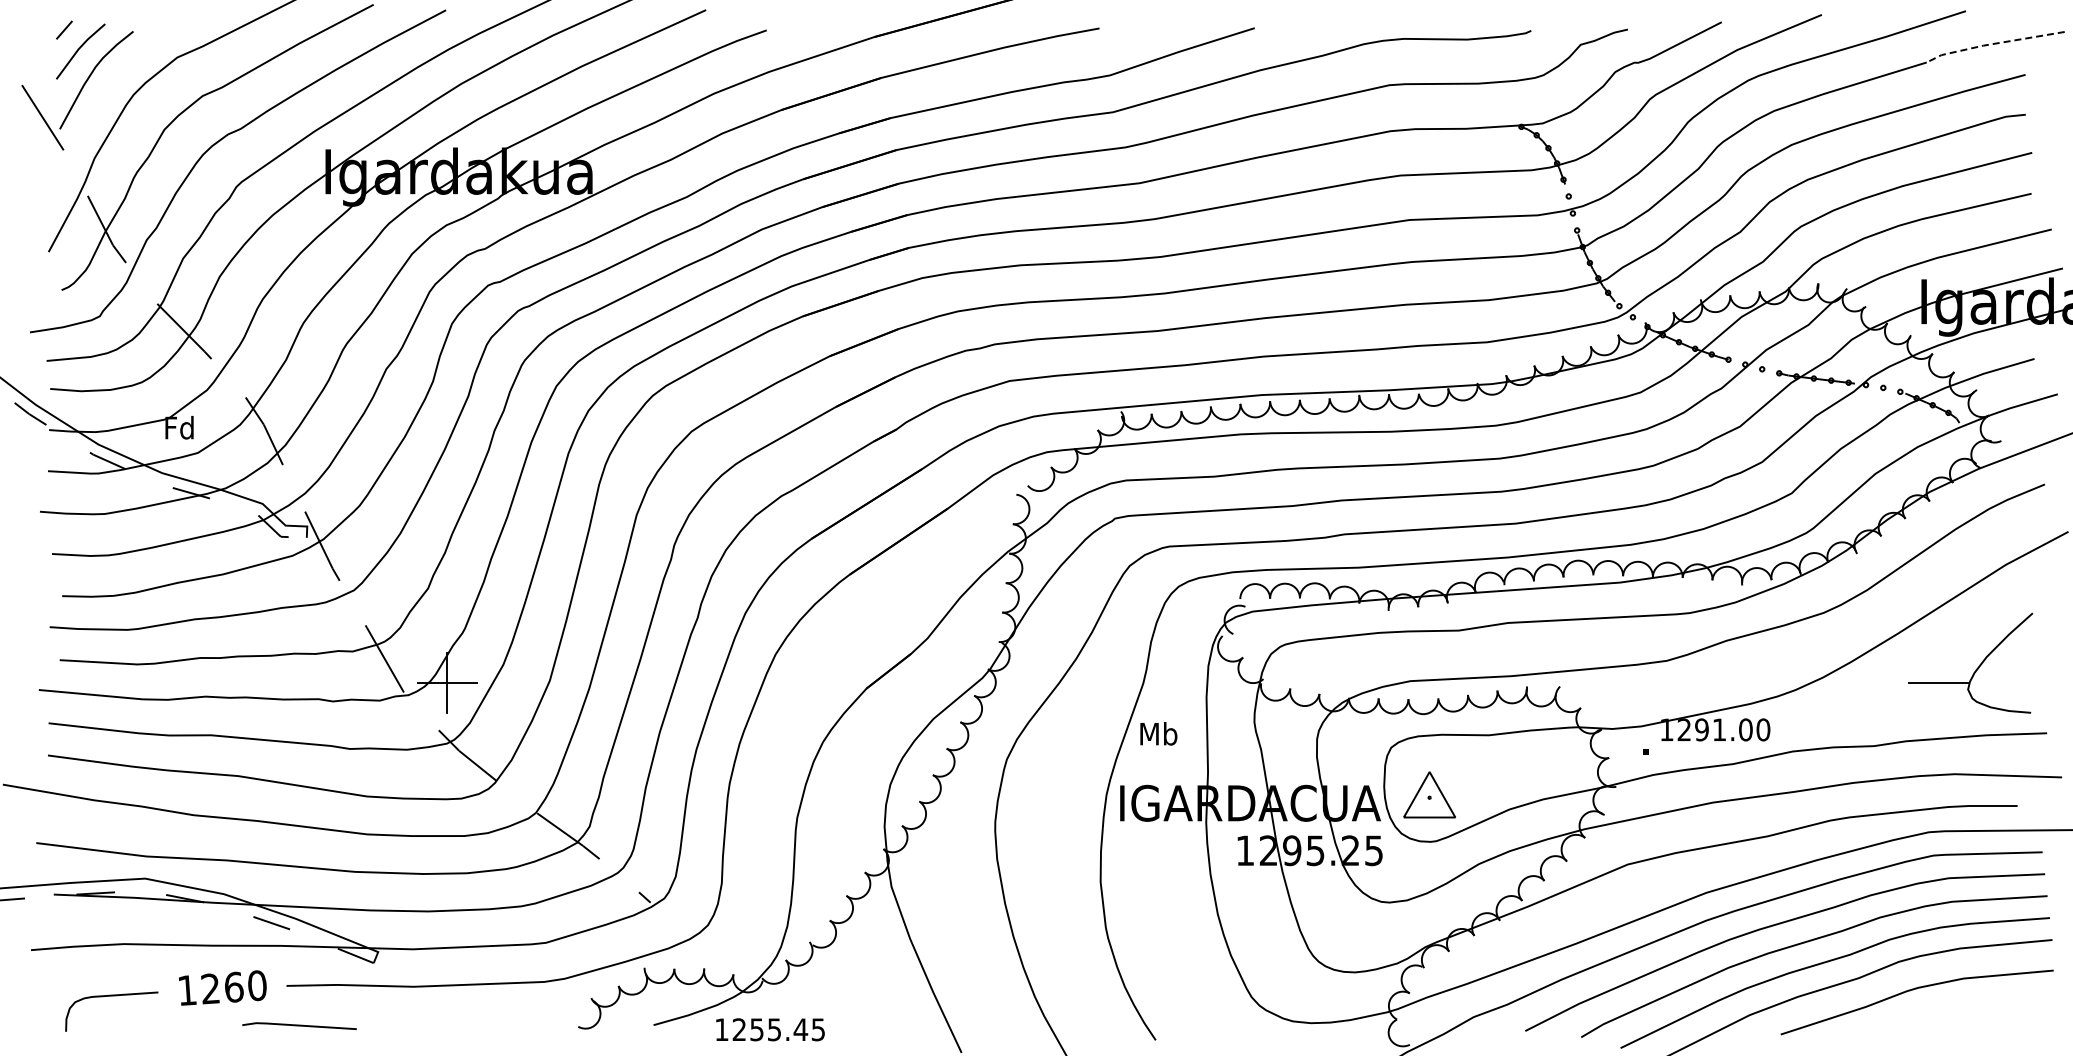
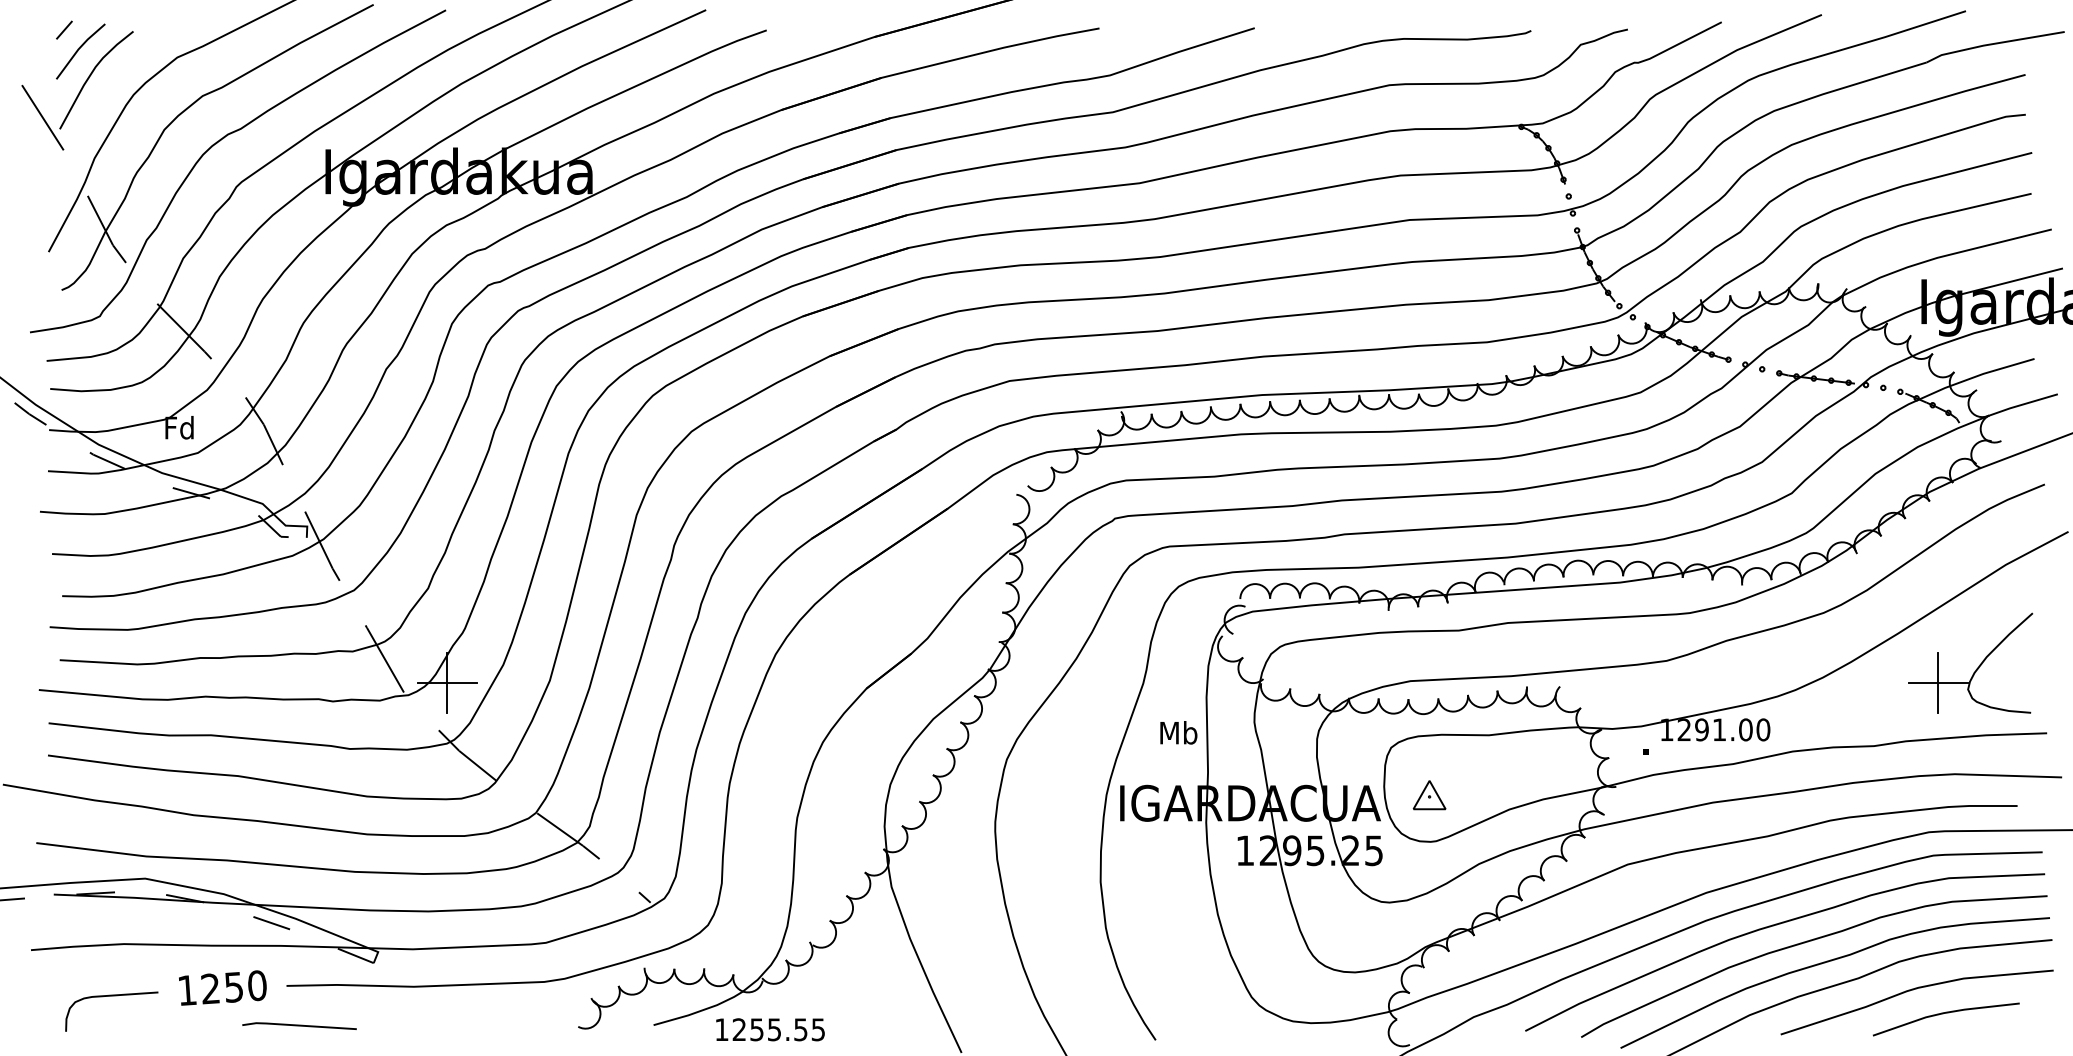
line at (1993, 44): dashed -> solid
line at (1938, 683): none -> present
text at (1158, 733) position: (1158, 733) -> (1178, 732)
part at (1429, 794) size: 53x48 px -> 35x31 px
text at (234, 986): 1260 -> 1250
line at (1943, 1014): none -> present
text at (800, 1029): 1255.45 -> 1255.55
